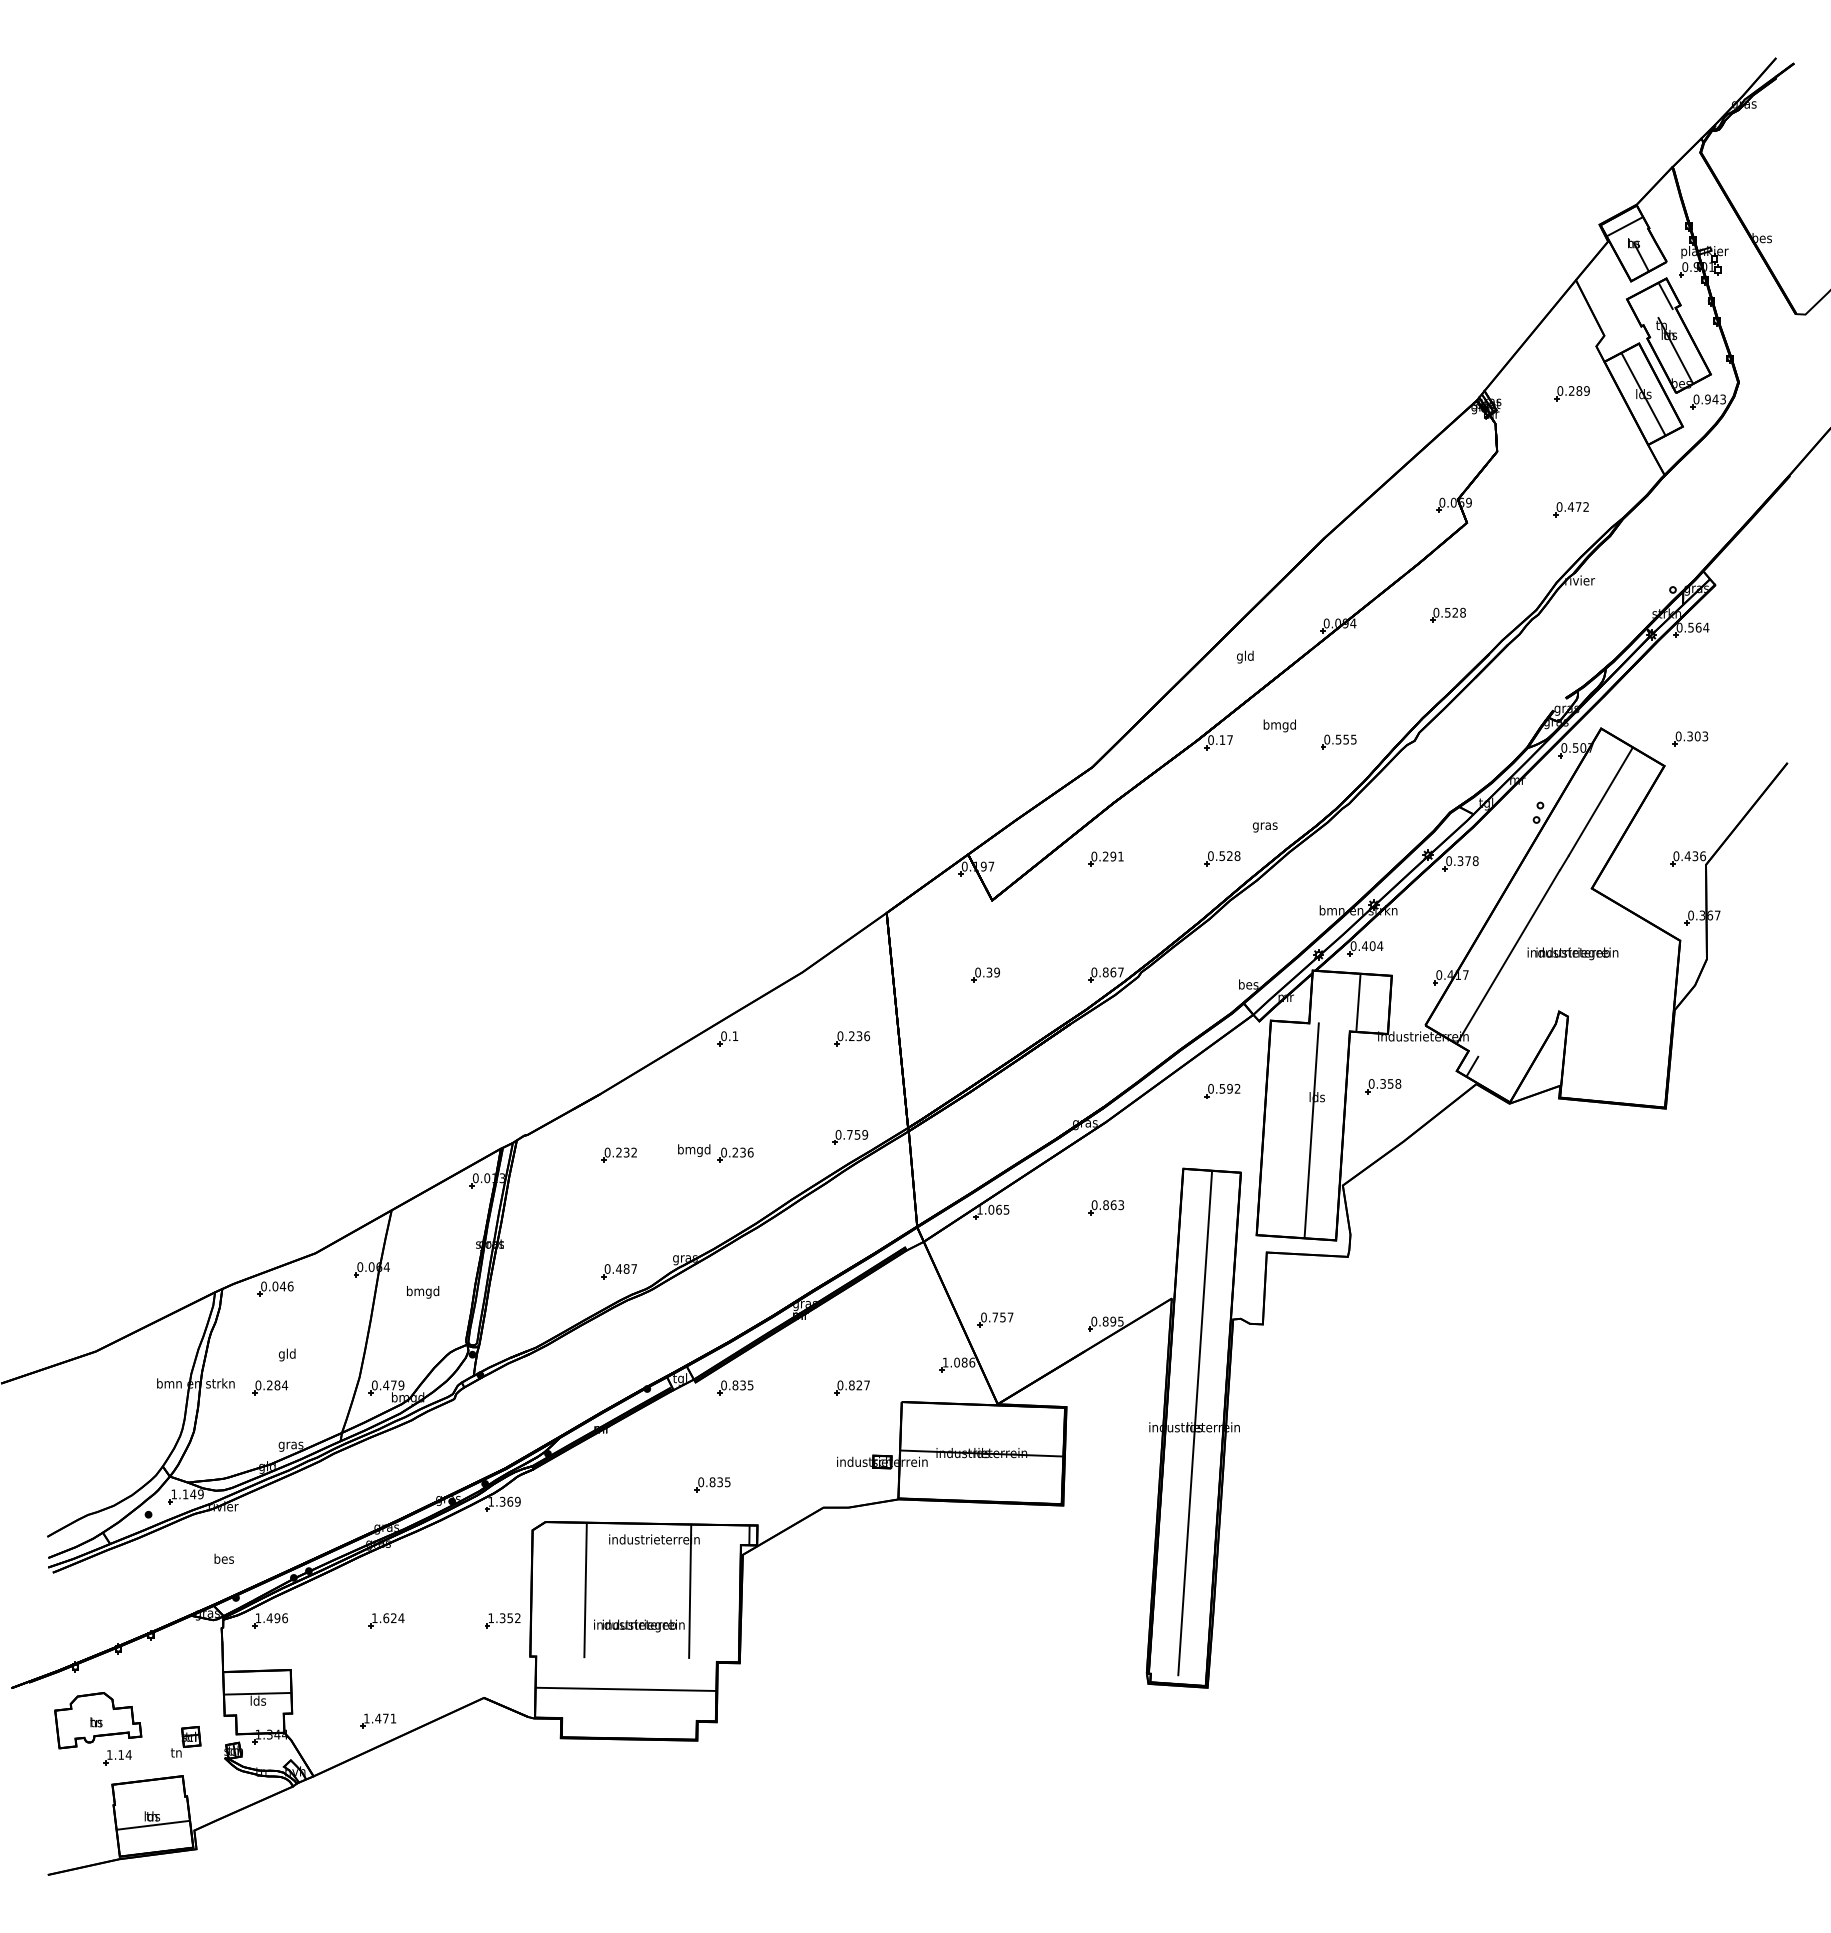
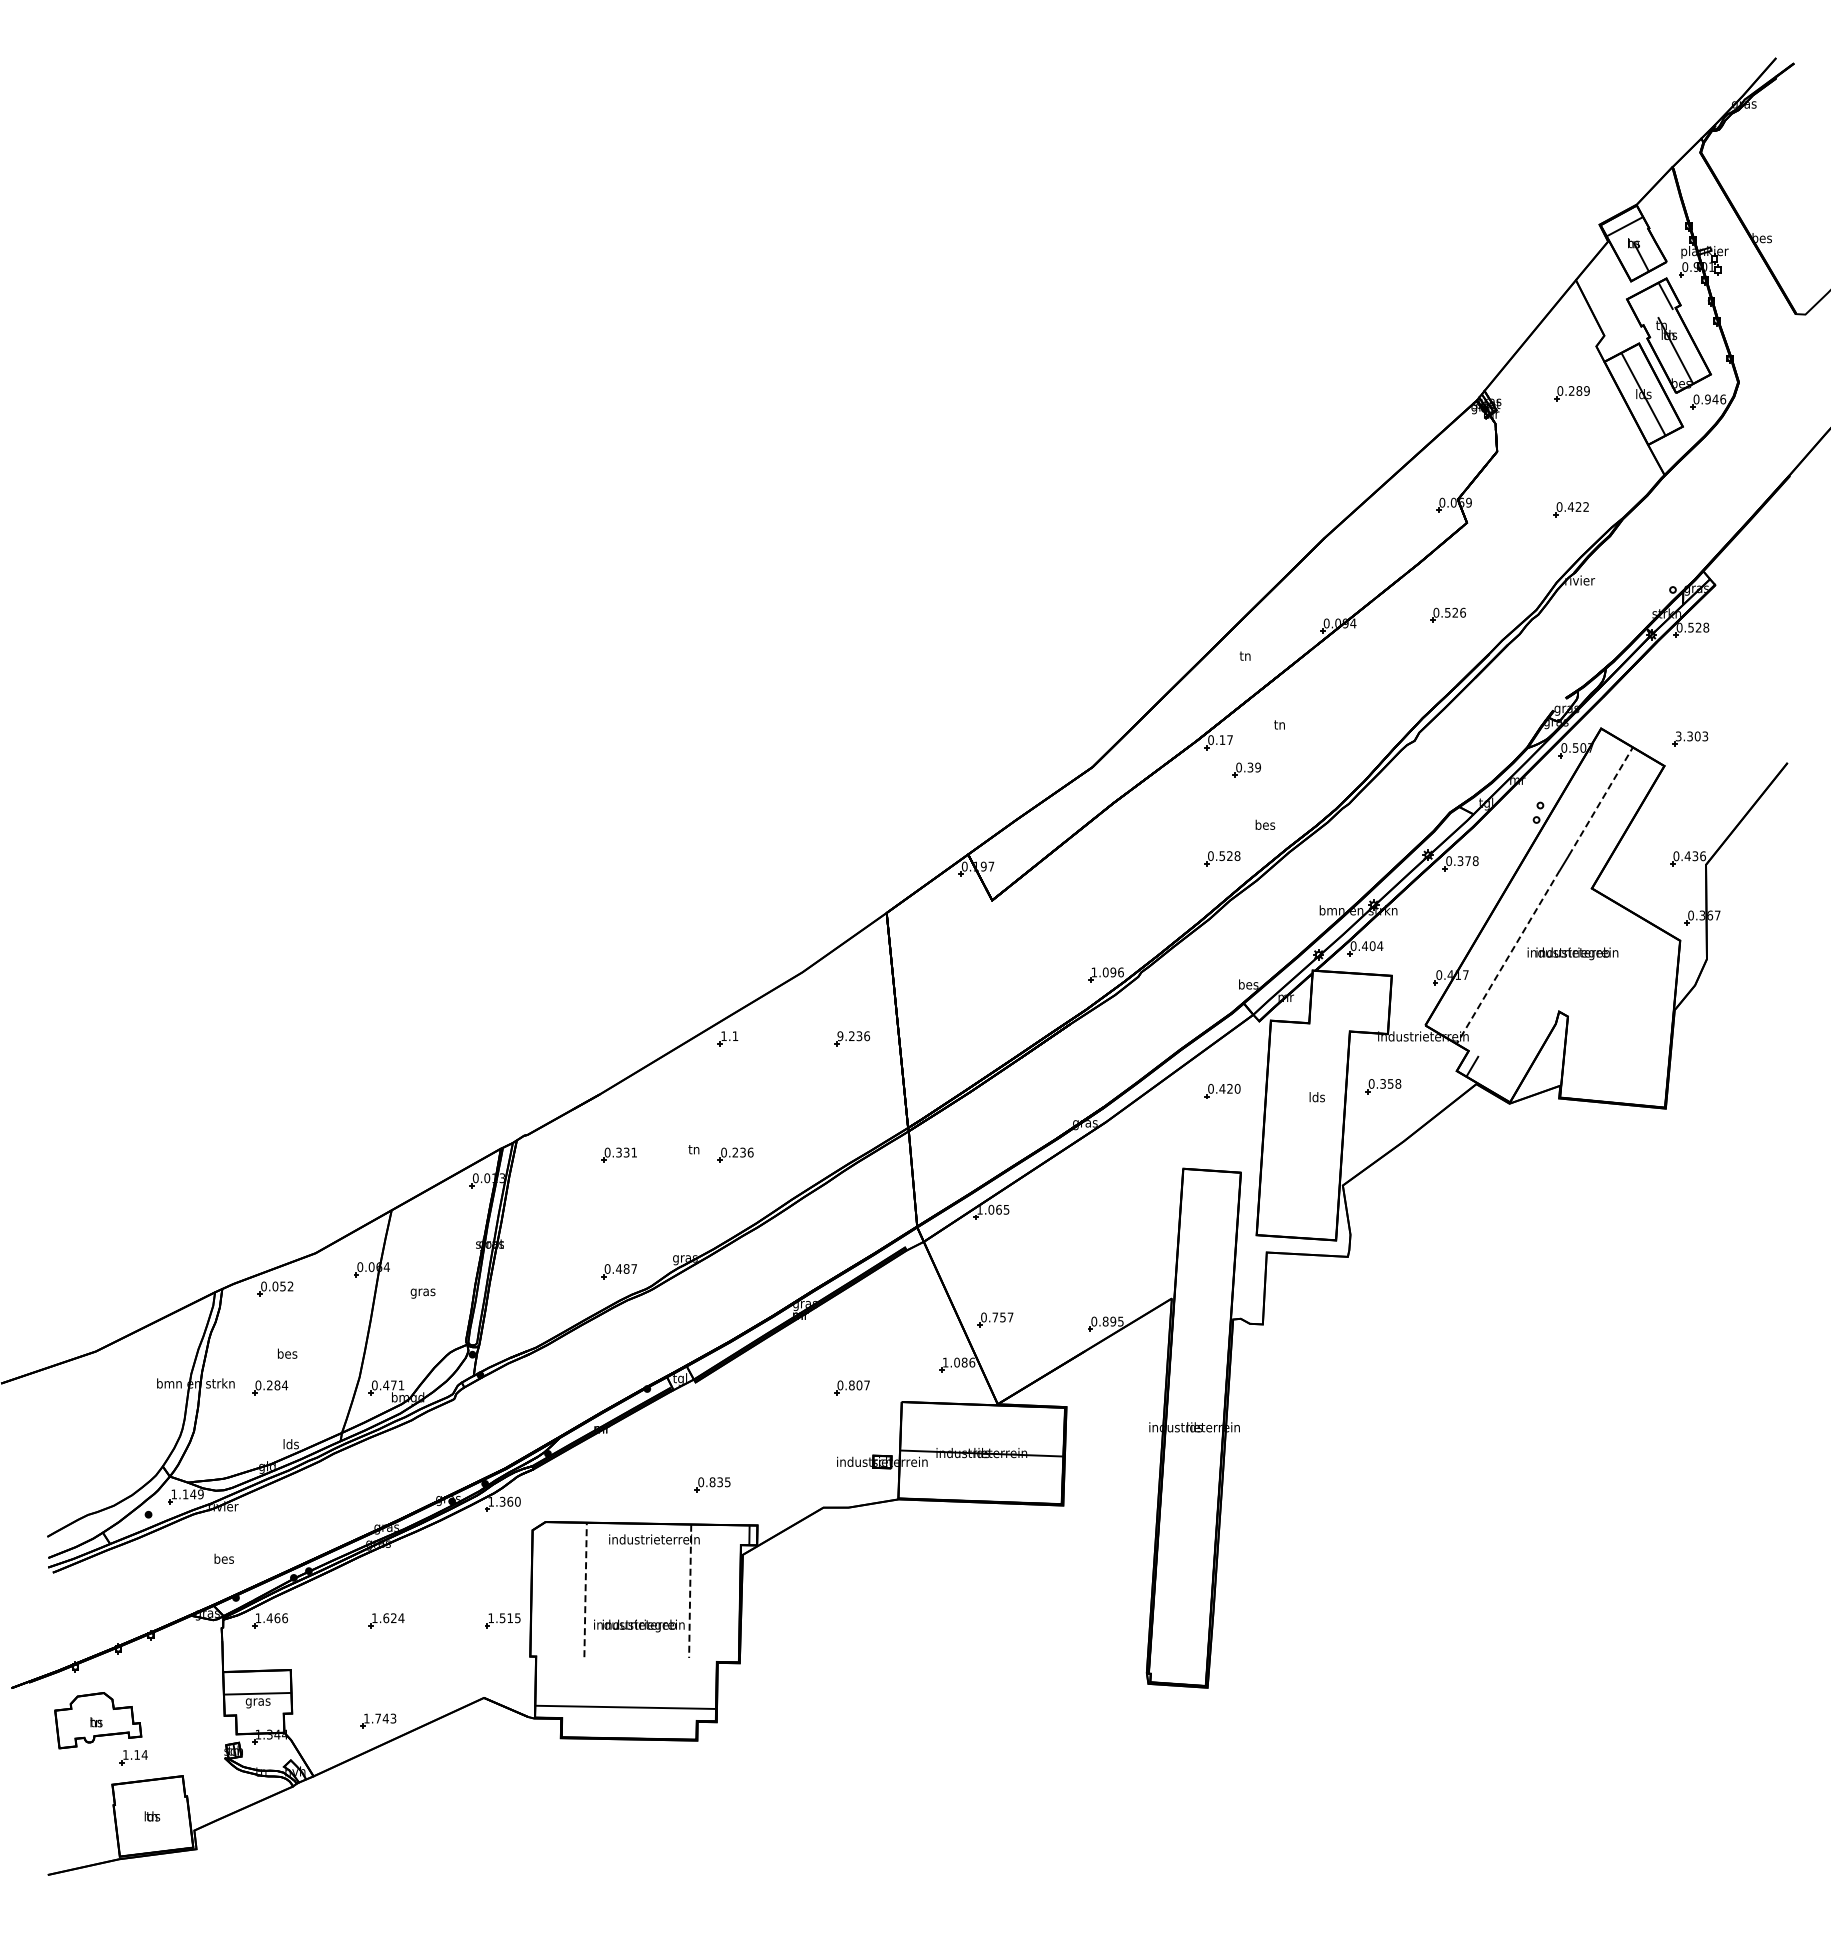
text at (1723, 399): 0.943 -> 0.946
text at (1578, 506): 0.472 -> 0.422
text at (1462, 612): 0.528 -> 0.526
text at (1702, 627): 0.564 -> 0.528
text at (1245, 656): gld -> tn
text at (1279, 725): bmgd -> tn
text at (1678, 736): 0.303 -> 3.303
part at (1338, 741): present -> none
line at (1600, 801): solid -> dashed
text at (1264, 825): gras -> bes
part at (1105, 858): present -> none
line at (1508, 957): solid -> dashed
text at (1107, 972): 0.867 -> 1.096
part at (985, 974) position: (985, 974) -> (1246, 769)
line at (1358, 1002): present -> none
text at (723, 1036): 0.1 -> 1.1
text at (840, 1036): 0.236 -> 9.236
text at (1229, 1088): 0.592 -> 0.420
line at (1311, 1130): present -> none
part at (850, 1137): present -> none
text at (694, 1150): bmgd -> tn
text at (626, 1152): 0.232 -> 0.331
part at (1106, 1207): present -> none
text at (286, 1286): 0.046 -> 0.052
text at (423, 1292): bmgd -> gras
text at (287, 1354): gld -> bes
text at (401, 1385): 0.479 -> 0.471
text at (859, 1385): 0.827 -> 0.807
part at (735, 1387): present -> none
line at (1195, 1423): present -> none
text at (290, 1445): gras -> lds
text at (517, 1501): 1.369 -> 1.360
line at (585, 1589): solid -> dashed
line at (690, 1591): solid -> dashed
text at (277, 1618): 1.496 -> 1.466
text at (510, 1618): 1.352 -> 1.515
line at (625, 1688) position: (625, 1688) -> (625, 1706)
text at (257, 1701): lds -> gras
text at (385, 1718): 1.471 -> 1.743
part at (185, 1741): present -> none
part at (117, 1757) position: (117, 1757) -> (133, 1757)
line at (152, 1824): present -> none
